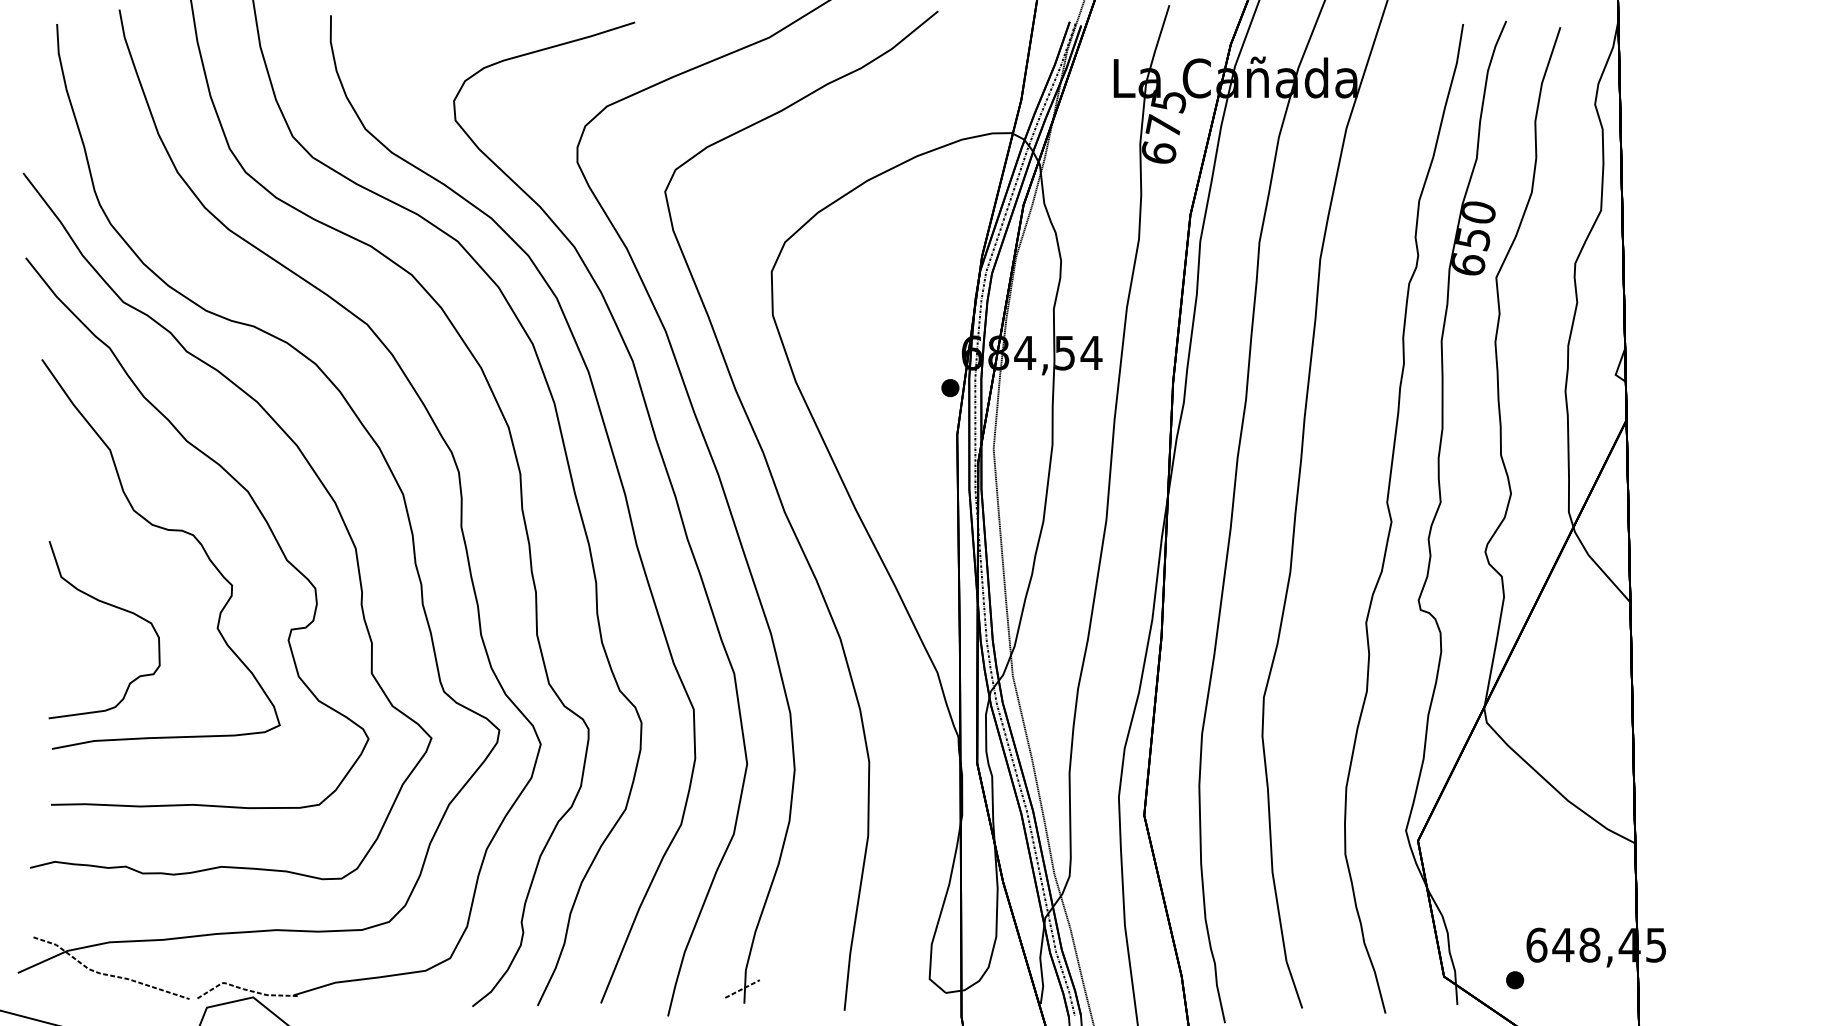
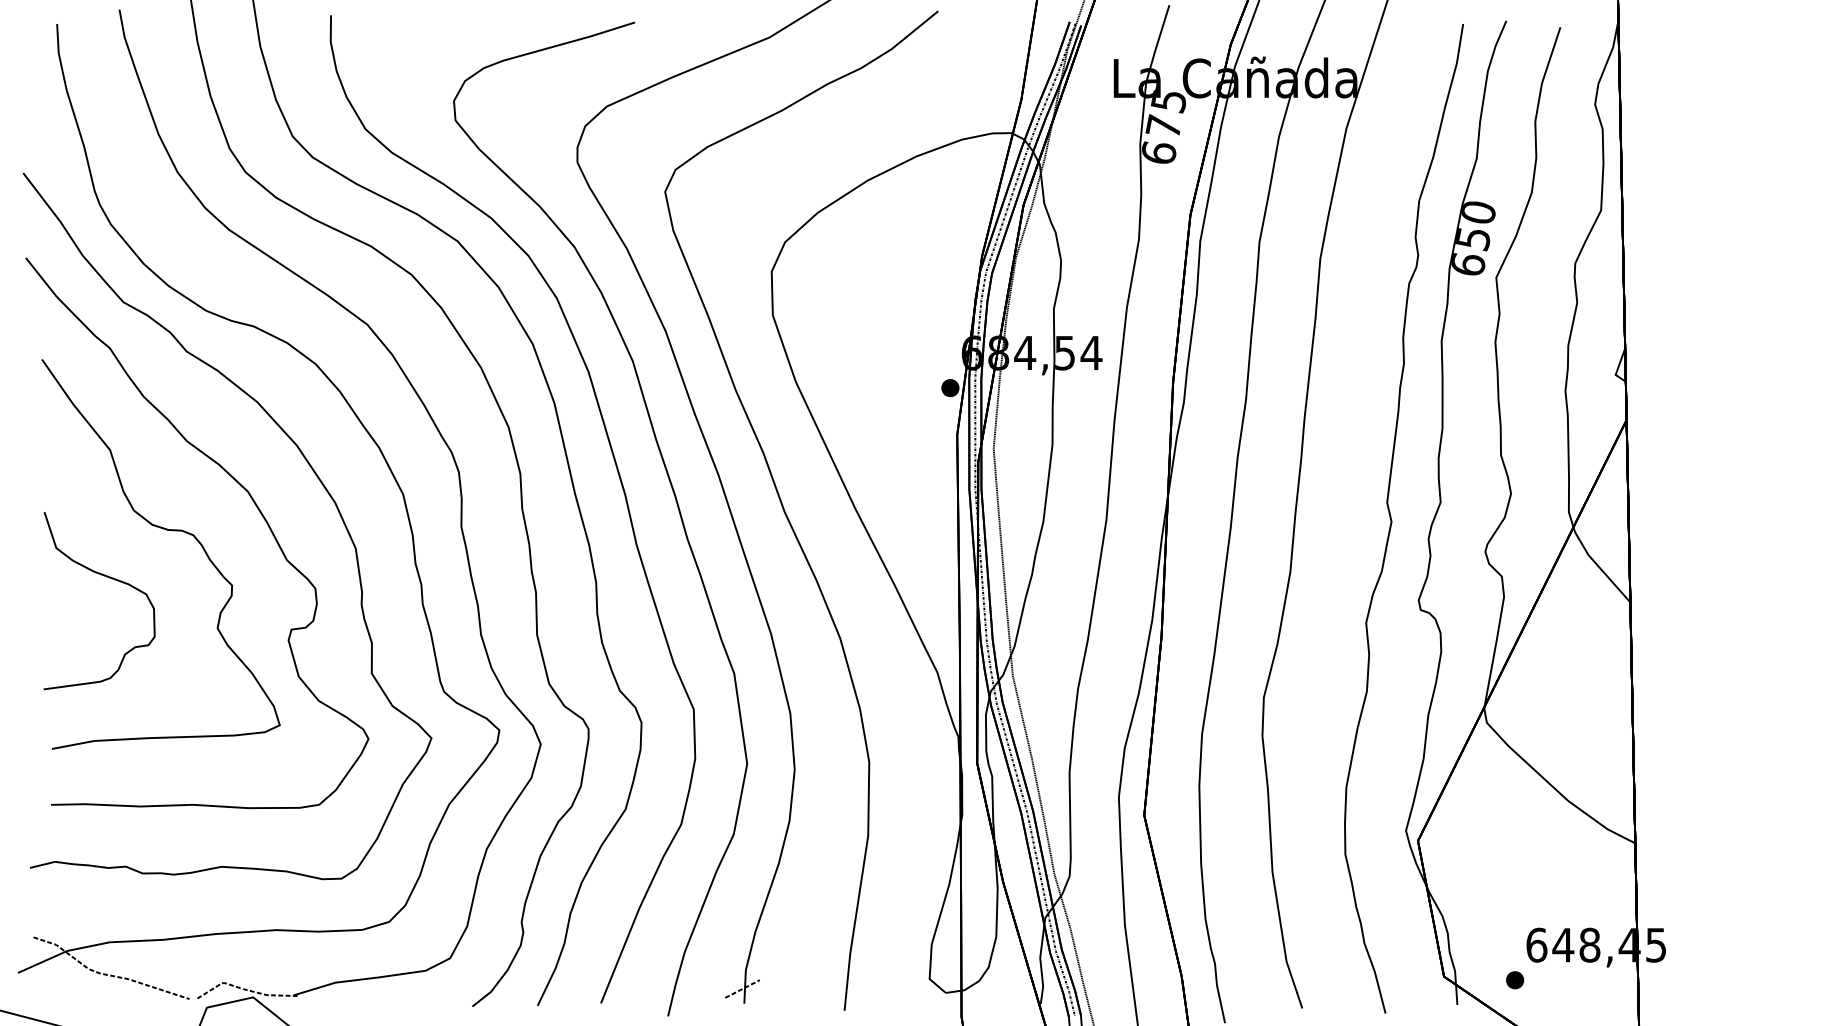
part at (111, 606) position: (111, 606) -> (106, 577)
